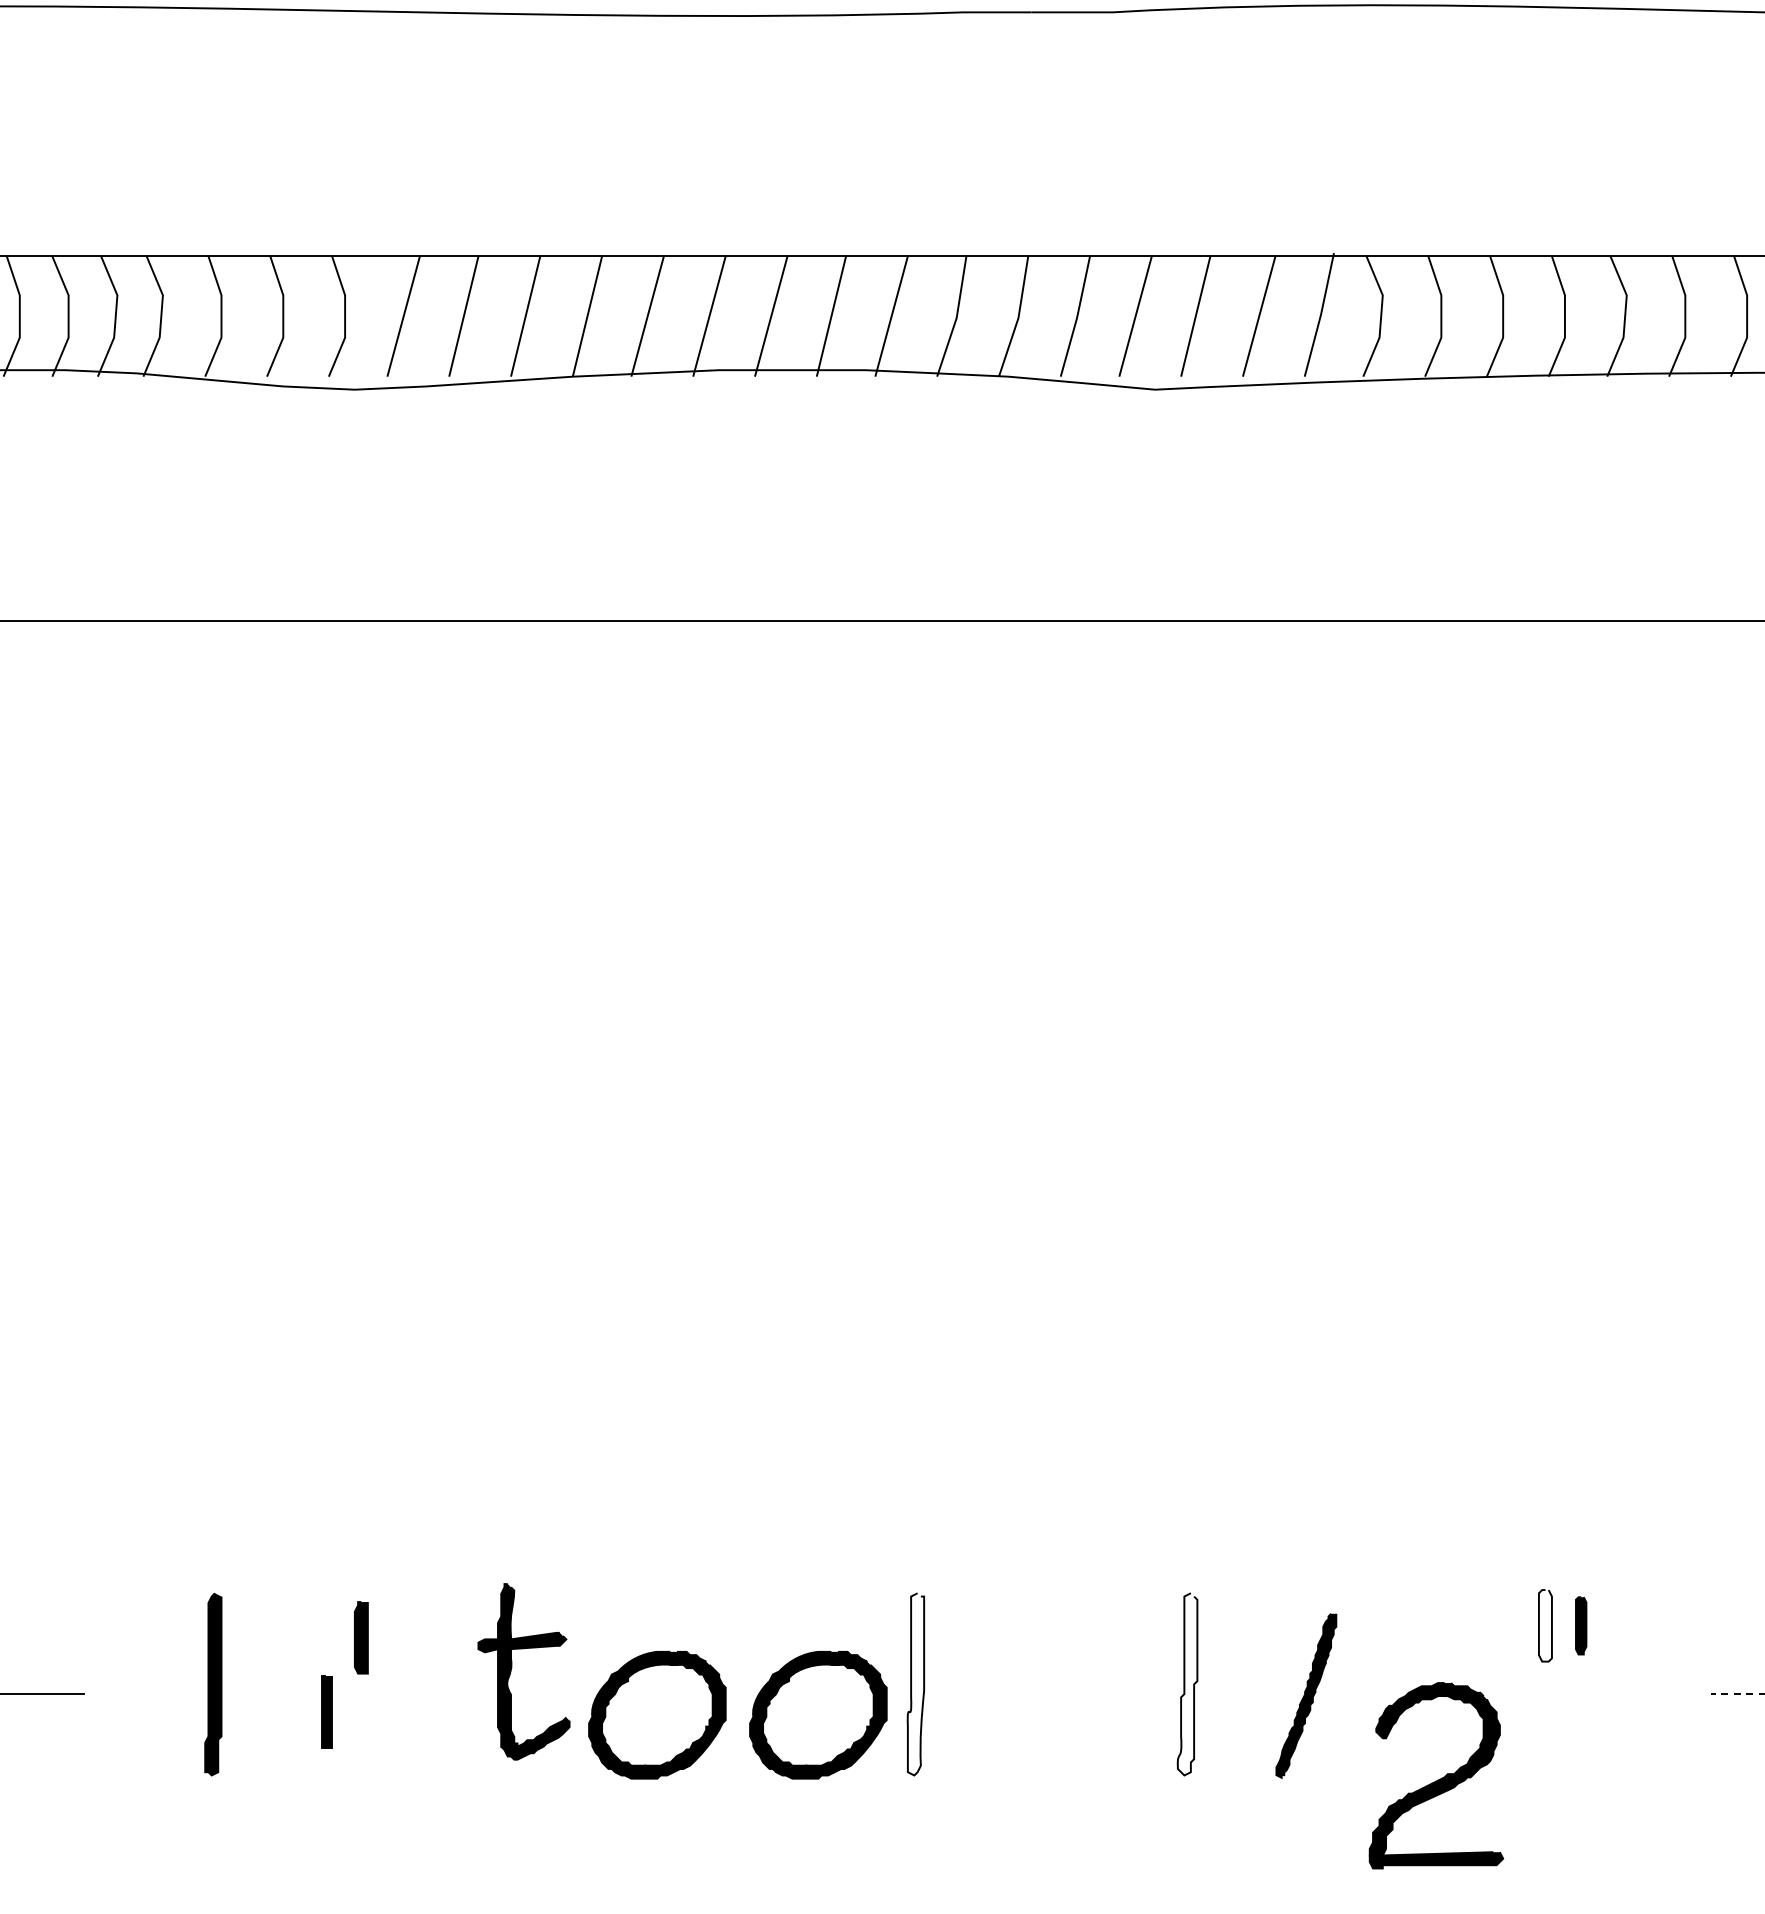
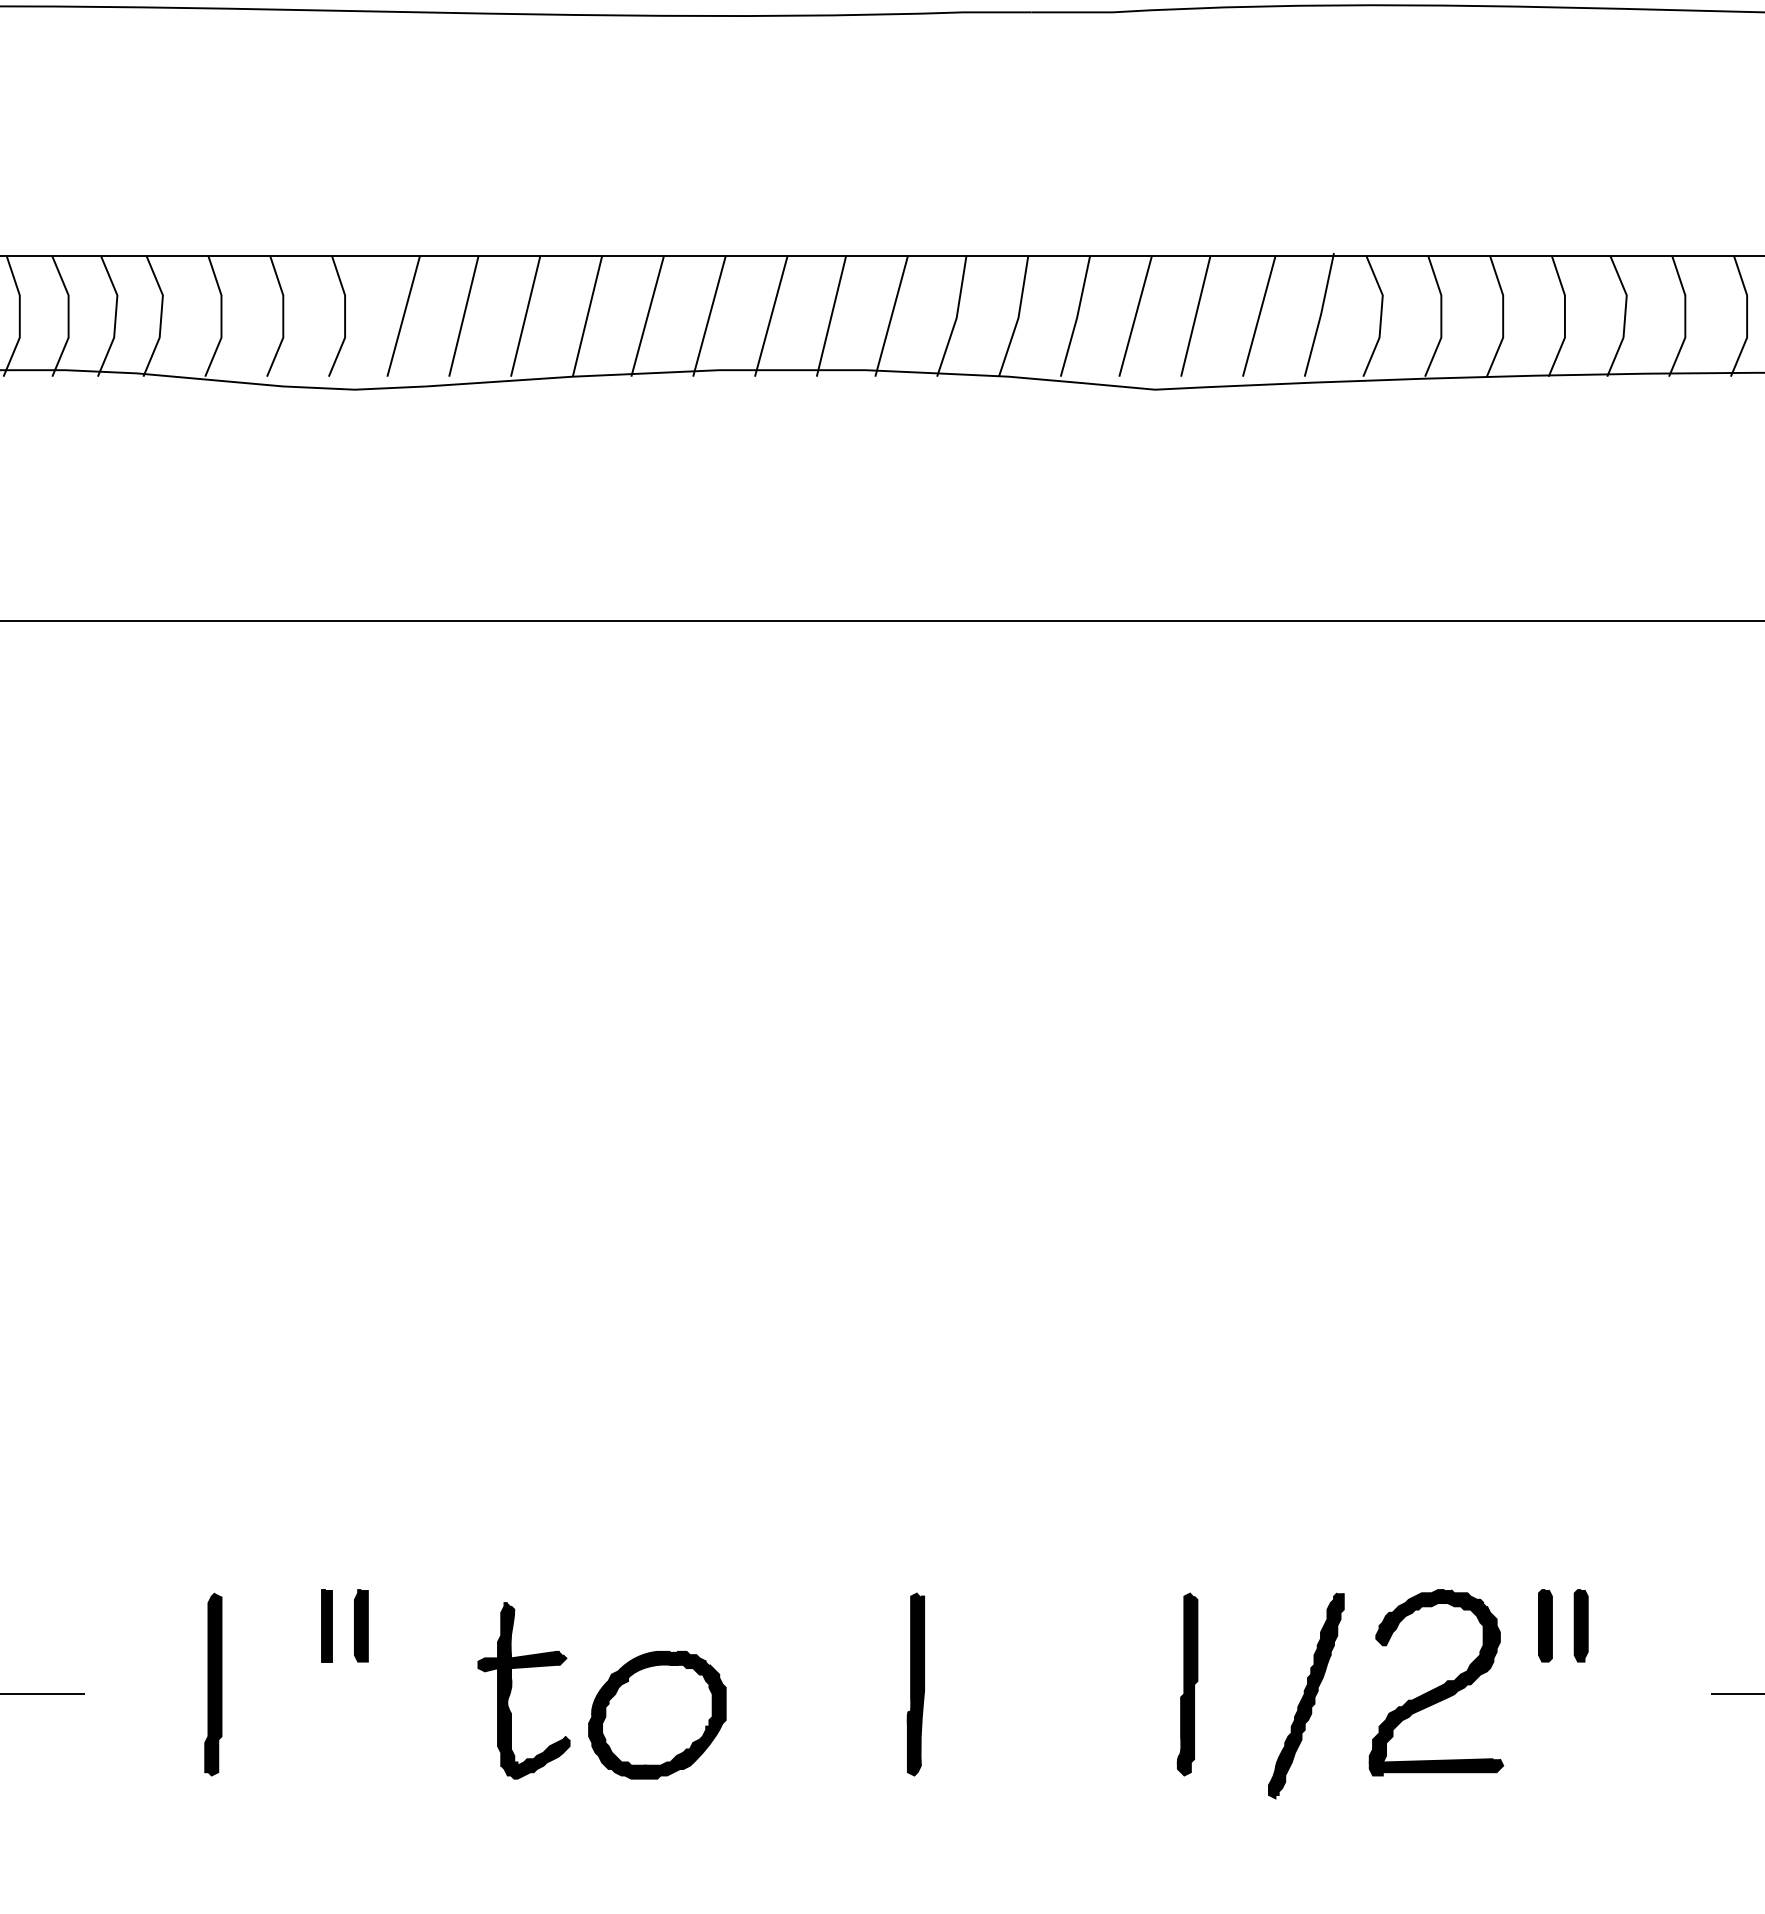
fill at (1544, 1625): none -> present
part at (1581, 1625) size: 13x60 px -> 16x74 px
part at (361, 1637) position: (361, 1637) -> (361, 1625)
part at (512, 1668) position: (512, 1668) -> (512, 1687)
fill at (915, 1684): none -> present
fill at (1187, 1684): none -> present
line at (1737, 1694): dashed -> solid
part at (1306, 1695) size: 63x166 px -> 77x208 px
part at (326, 1711) position: (326, 1711) -> (326, 1625)
part at (818, 1715): present -> none
part at (1436, 1775) position: (1436, 1775) -> (1436, 1682)
